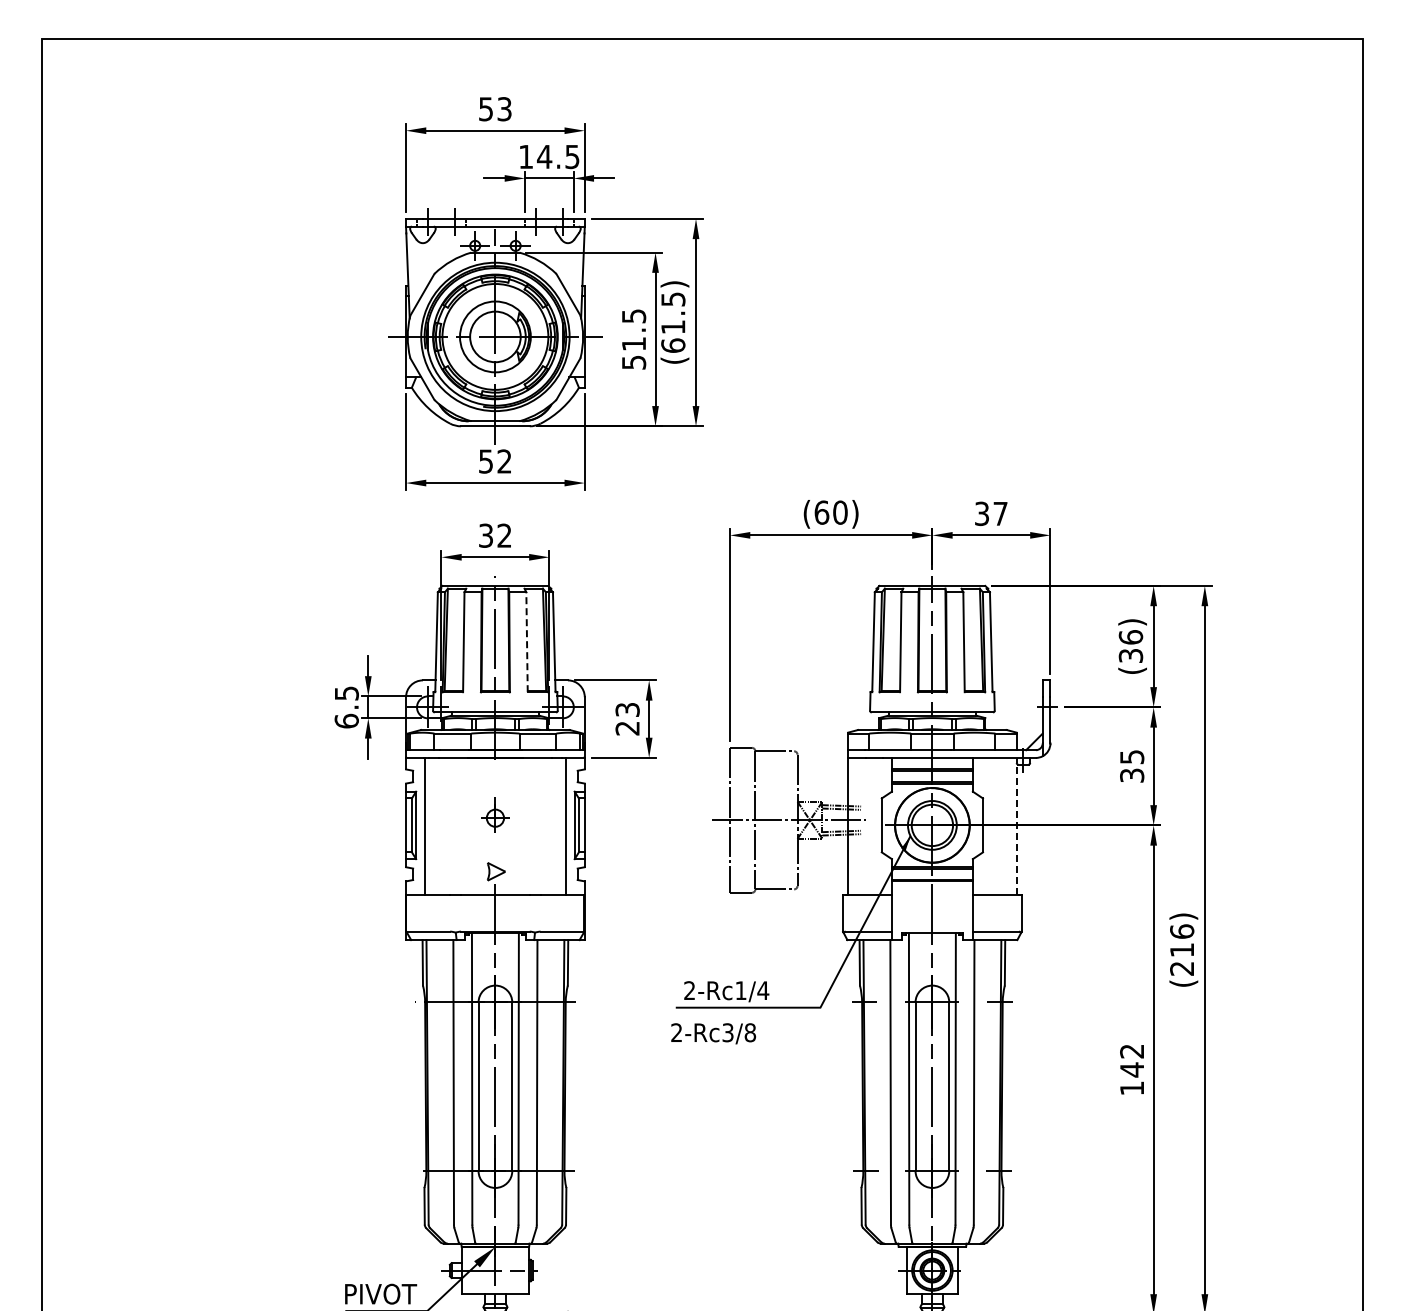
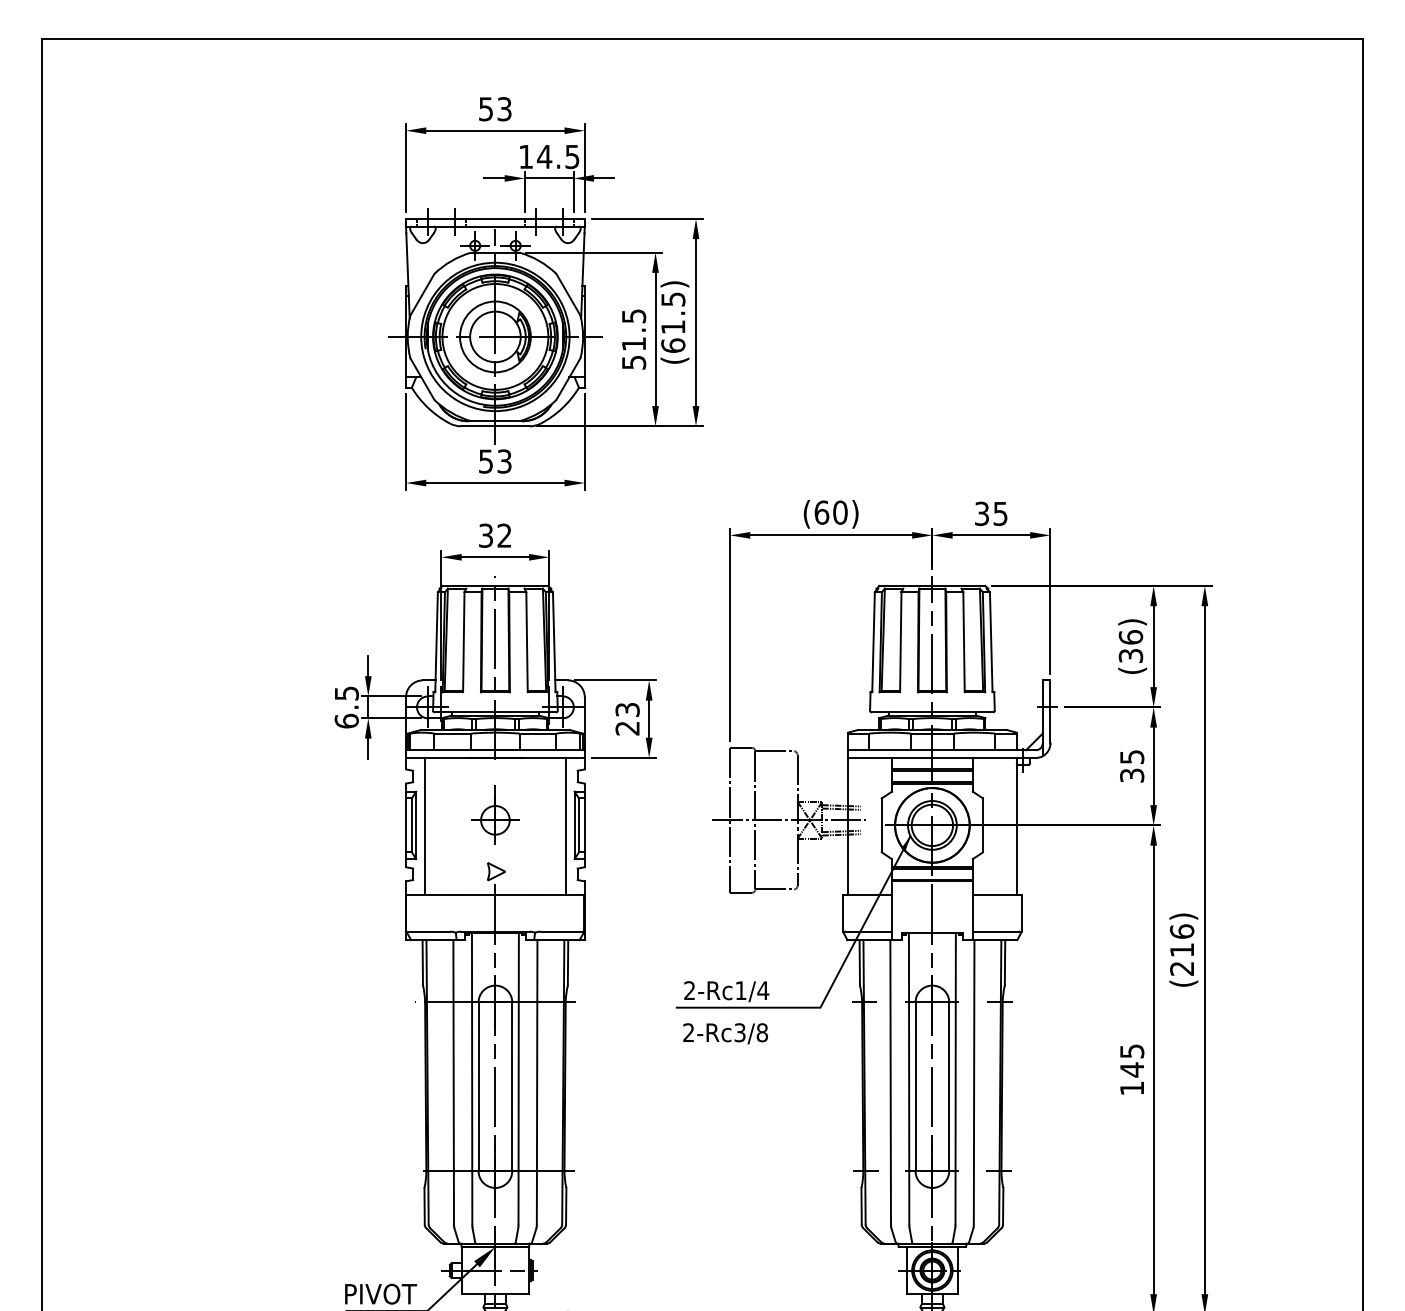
text at (504, 461): 52 -> 53
text at (1000, 514): 37 -> 35
line at (527, 641): dashed -> solid
part at (495, 814) size: 29x36 px -> 49x60 px
line at (1016, 825): dashed -> solid
text at (713, 1033) position: (713, 1033) -> (725, 1033)
text at (1132, 1051): 142 -> 145
